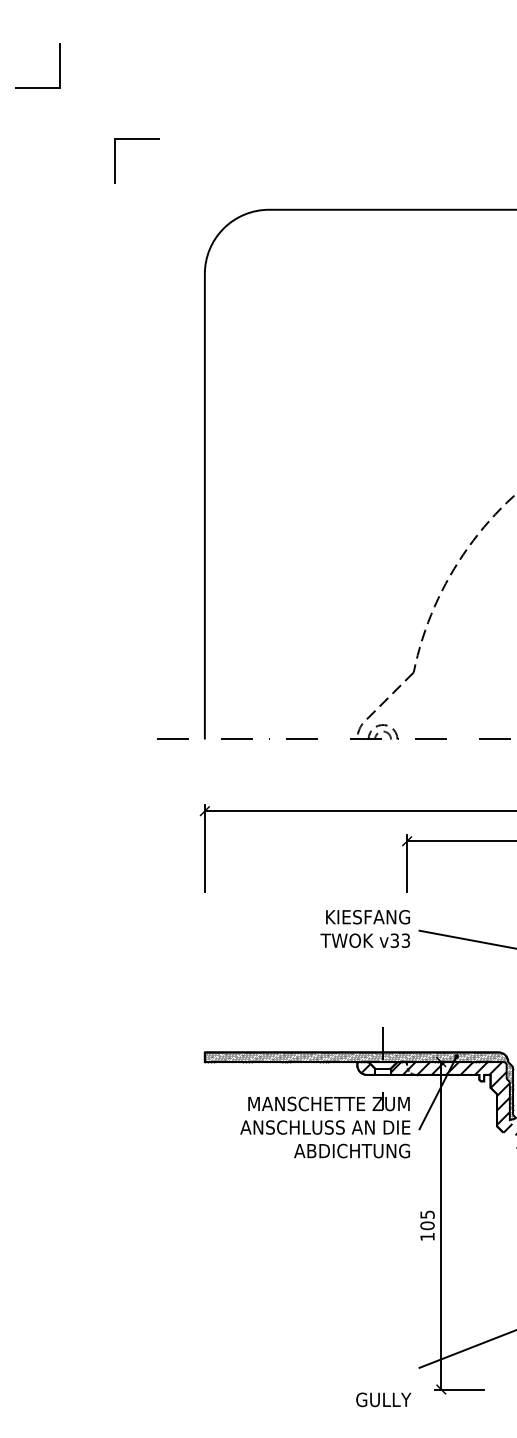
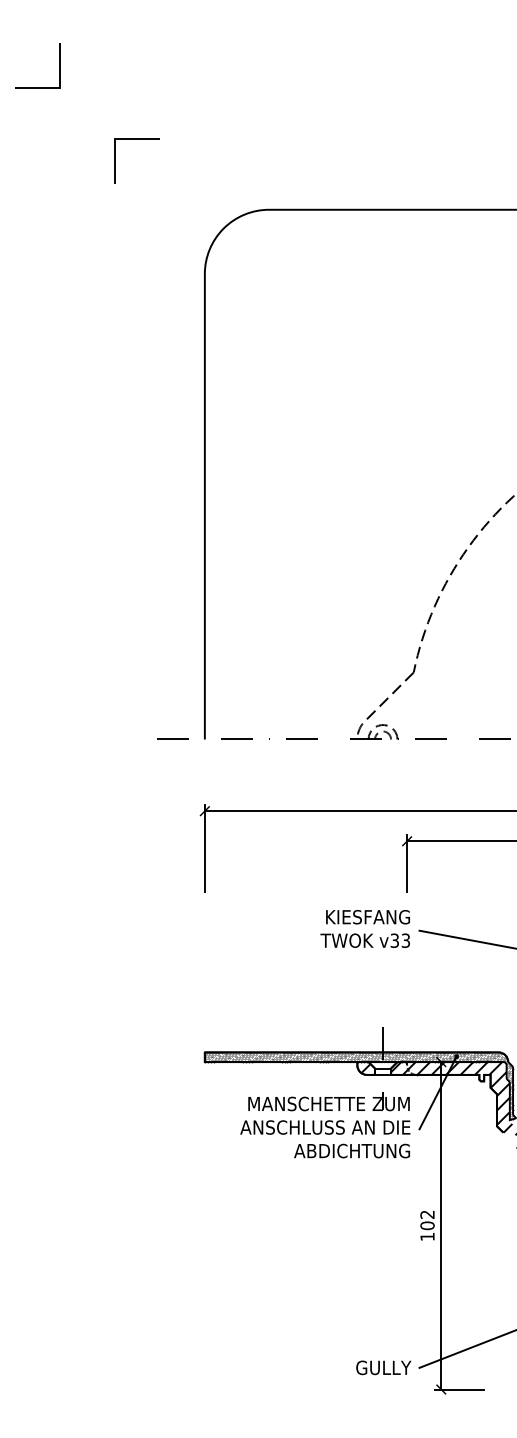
text at (427, 1214): 105 -> 102
text at (383, 1399) position: (383, 1399) -> (383, 1367)
